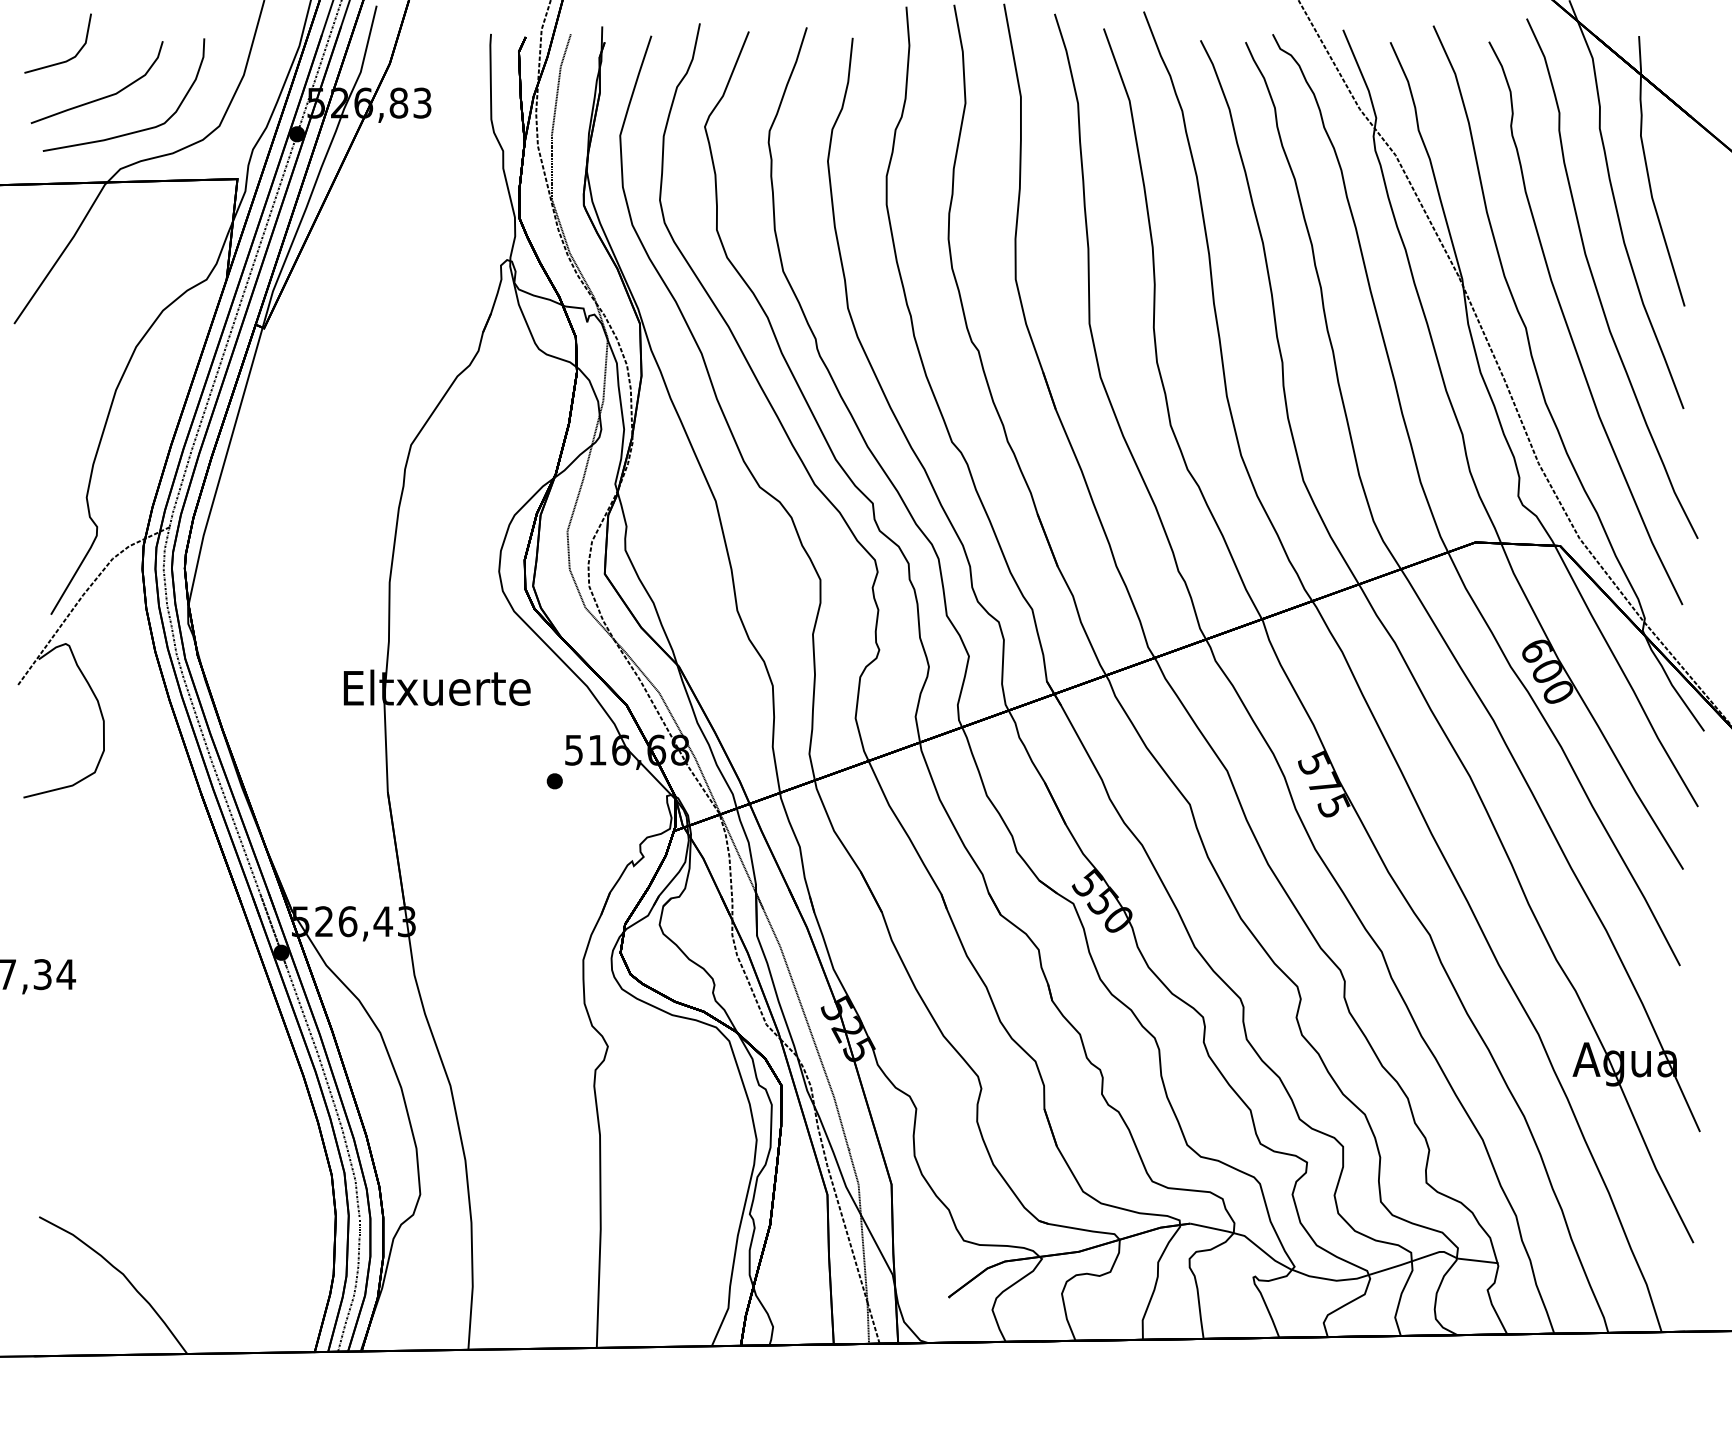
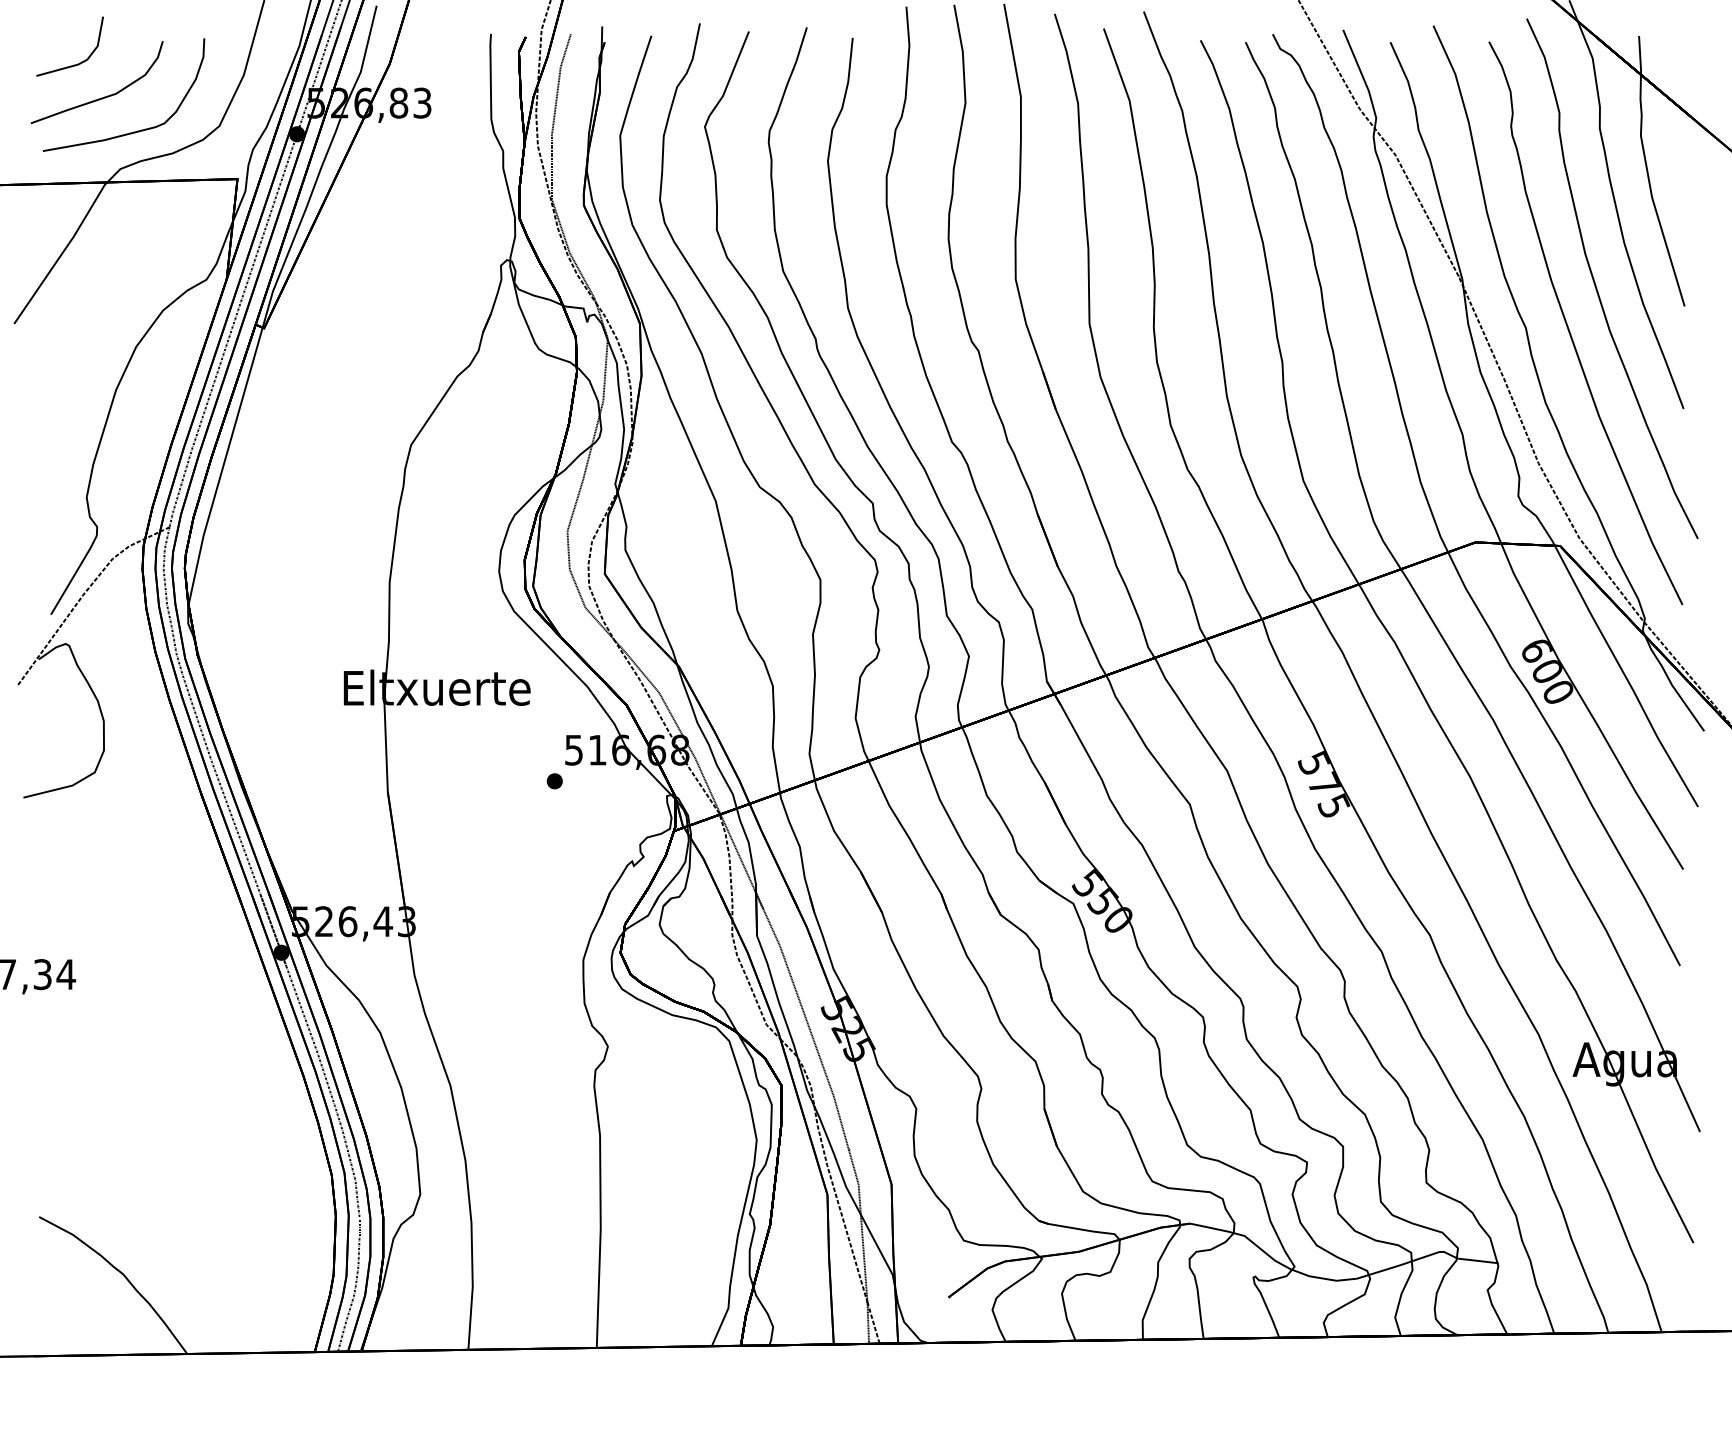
line at (61, 61) position: (61, 61) -> (73, 64)
